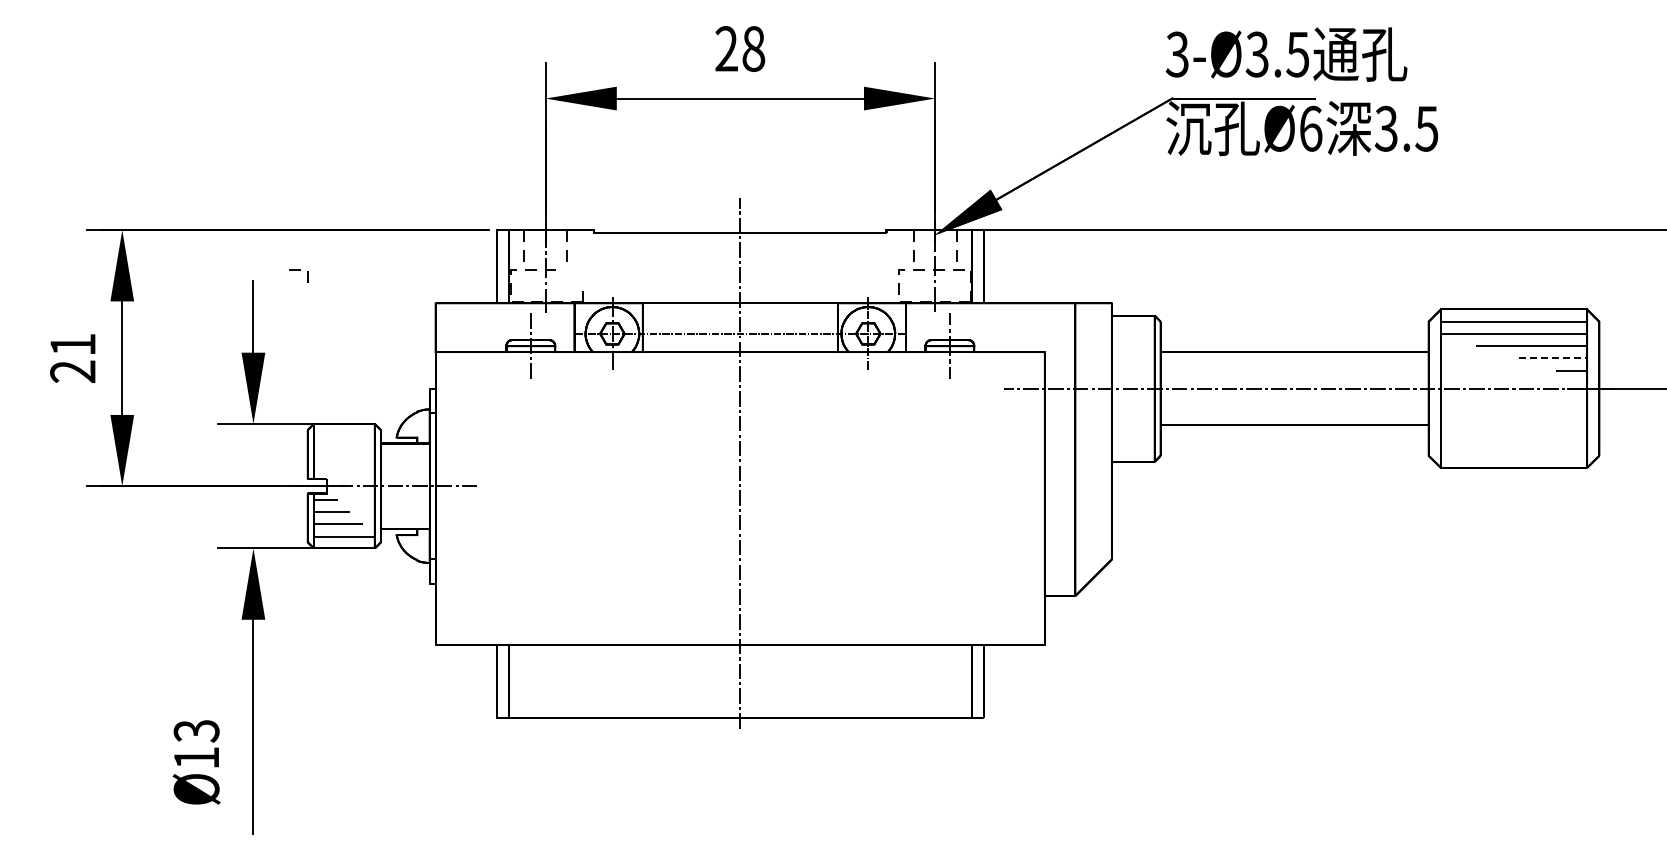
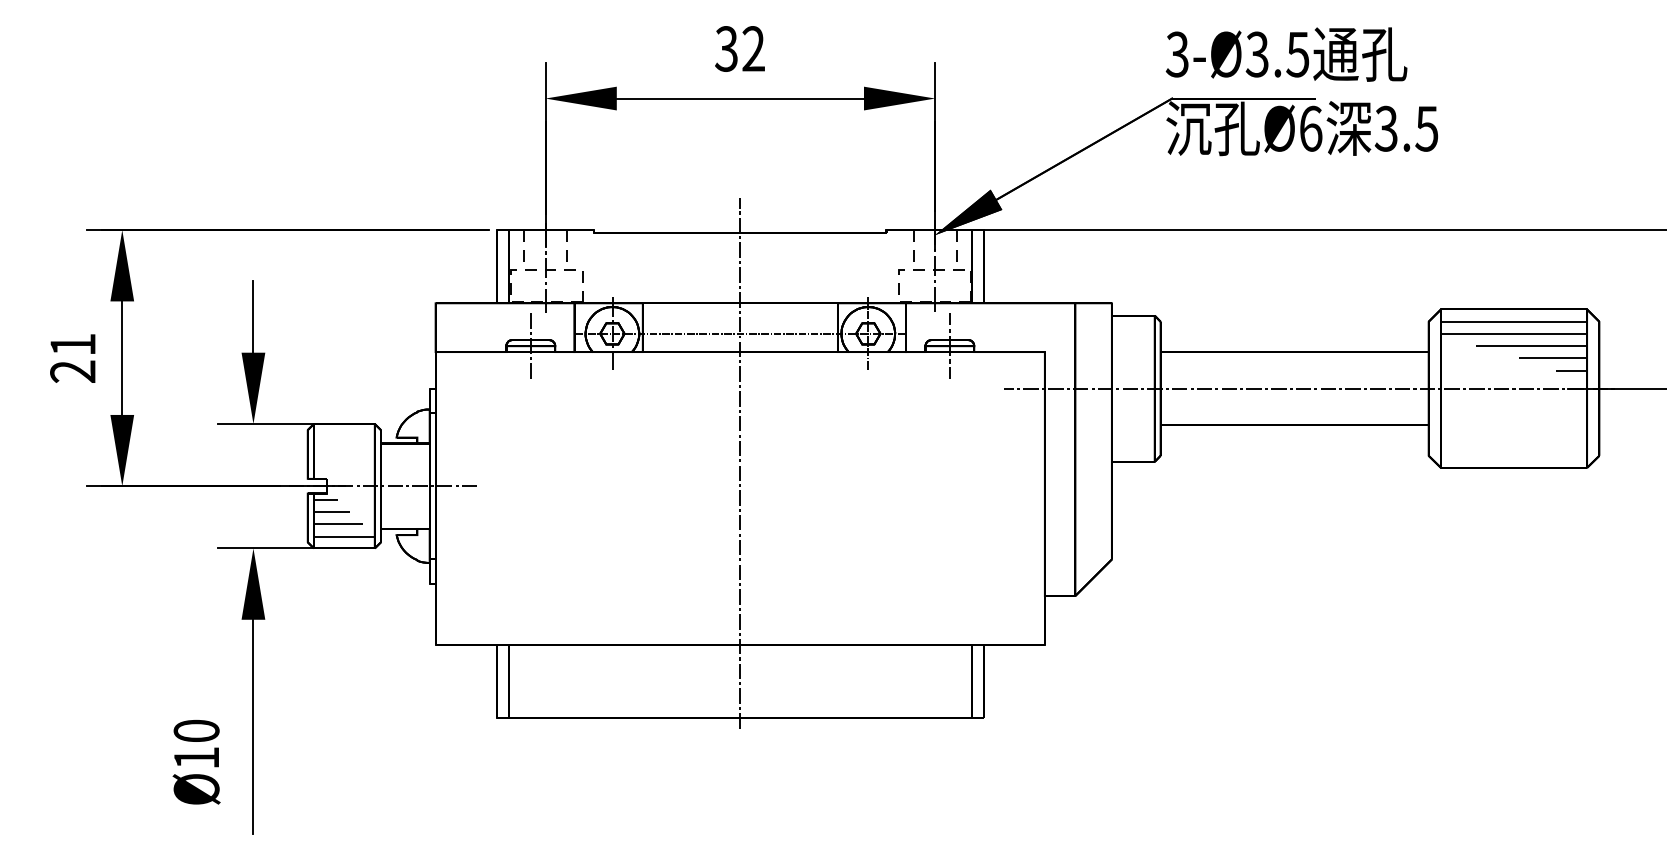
text at (740, 48): 28 -> 32
part at (298, 275) position: (298, 275) -> (573, 275)
line at (1553, 358): dashed -> solid
text at (196, 730): Ø13 -> Ø10
